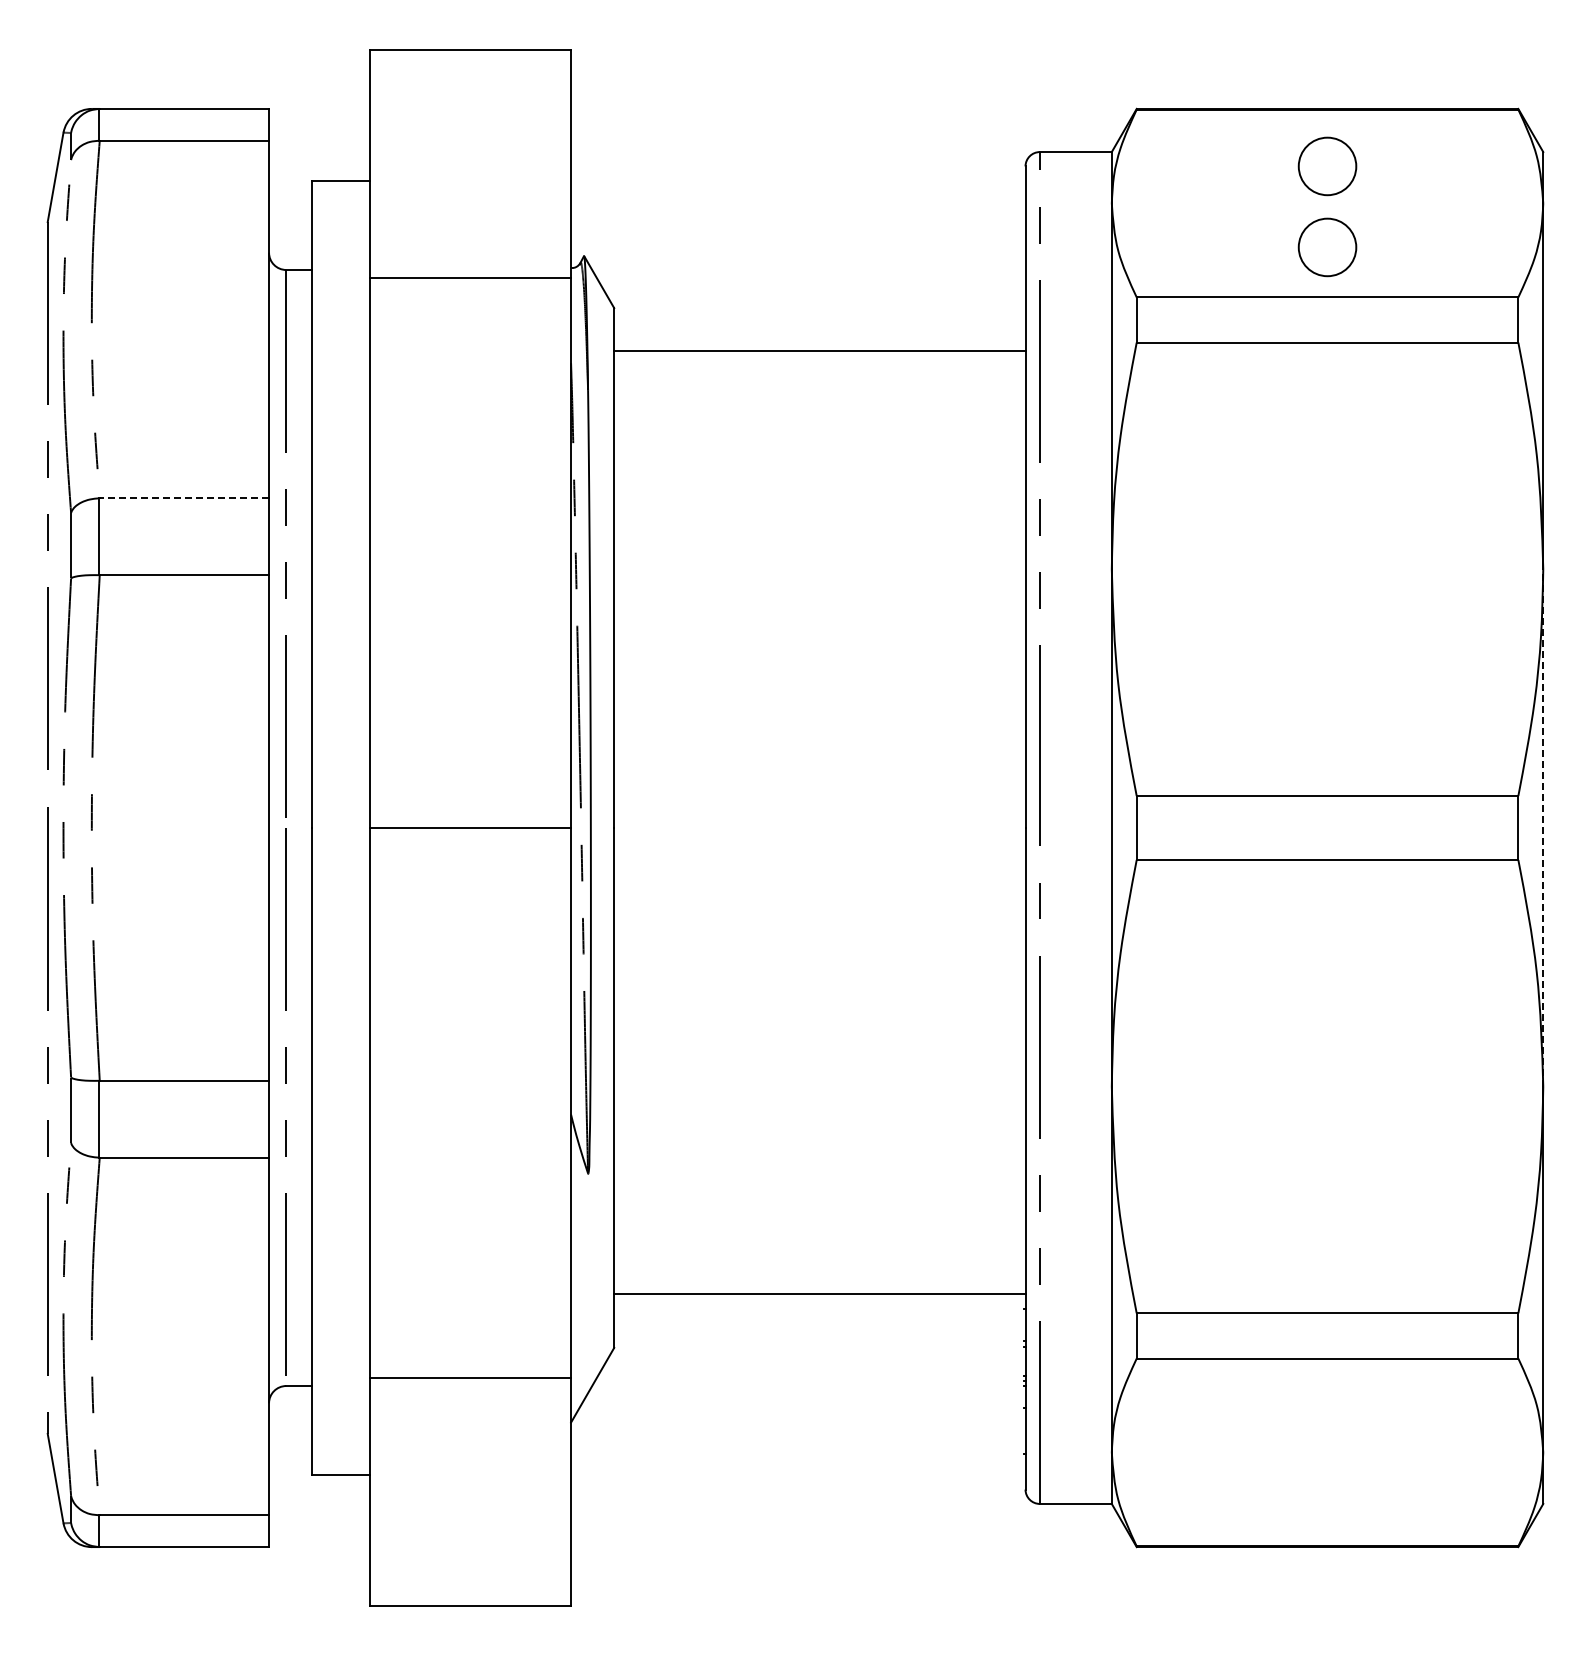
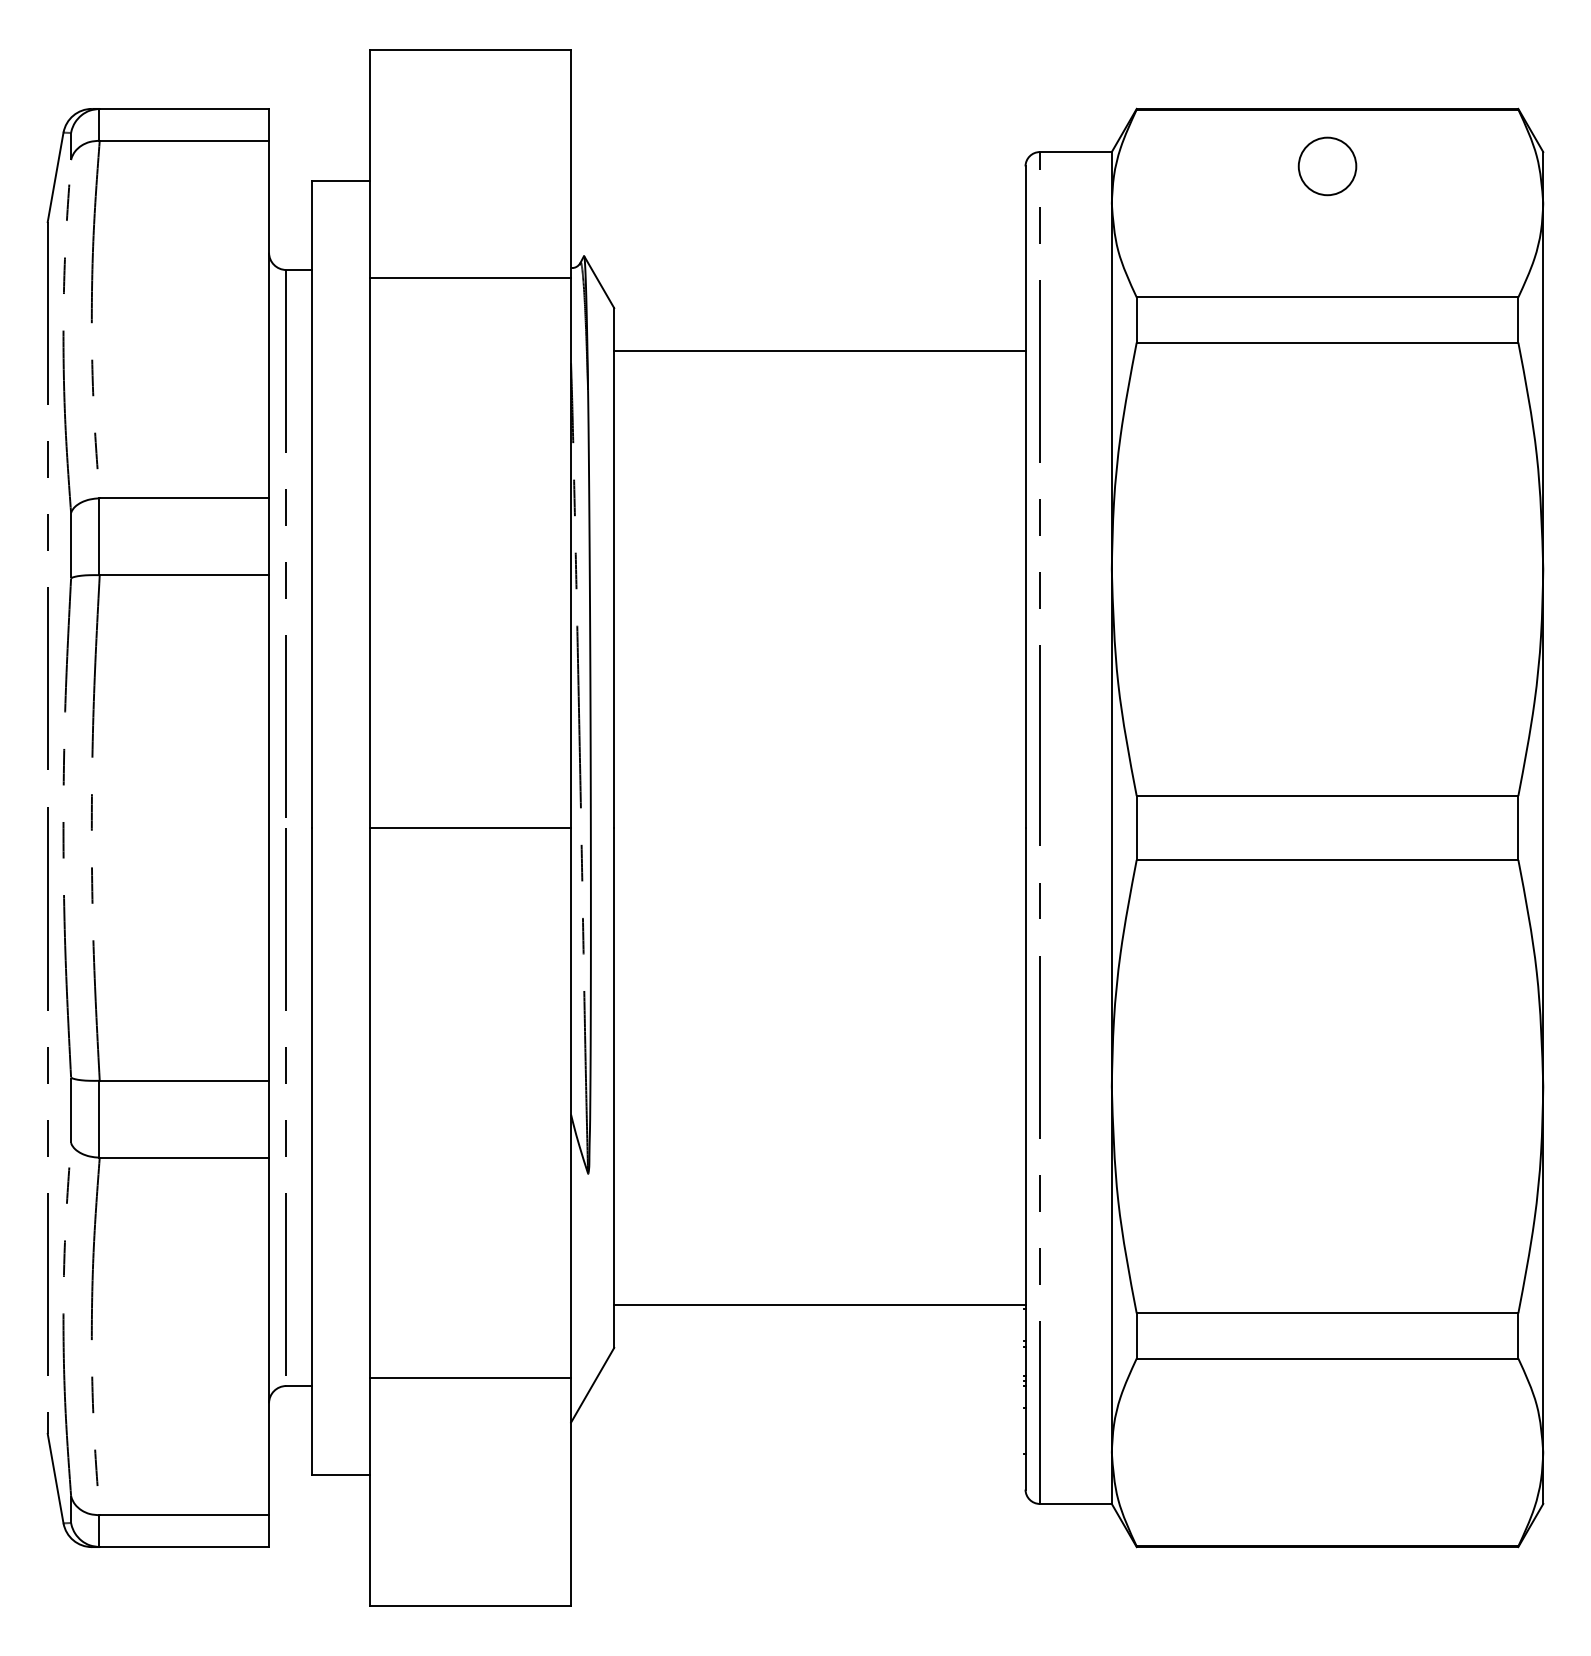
circle at (1327, 247): present -> none
line at (184, 498): dashed -> solid
line at (1543, 828): dashed -> solid
line at (819, 1294) position: (819, 1294) -> (819, 1305)
